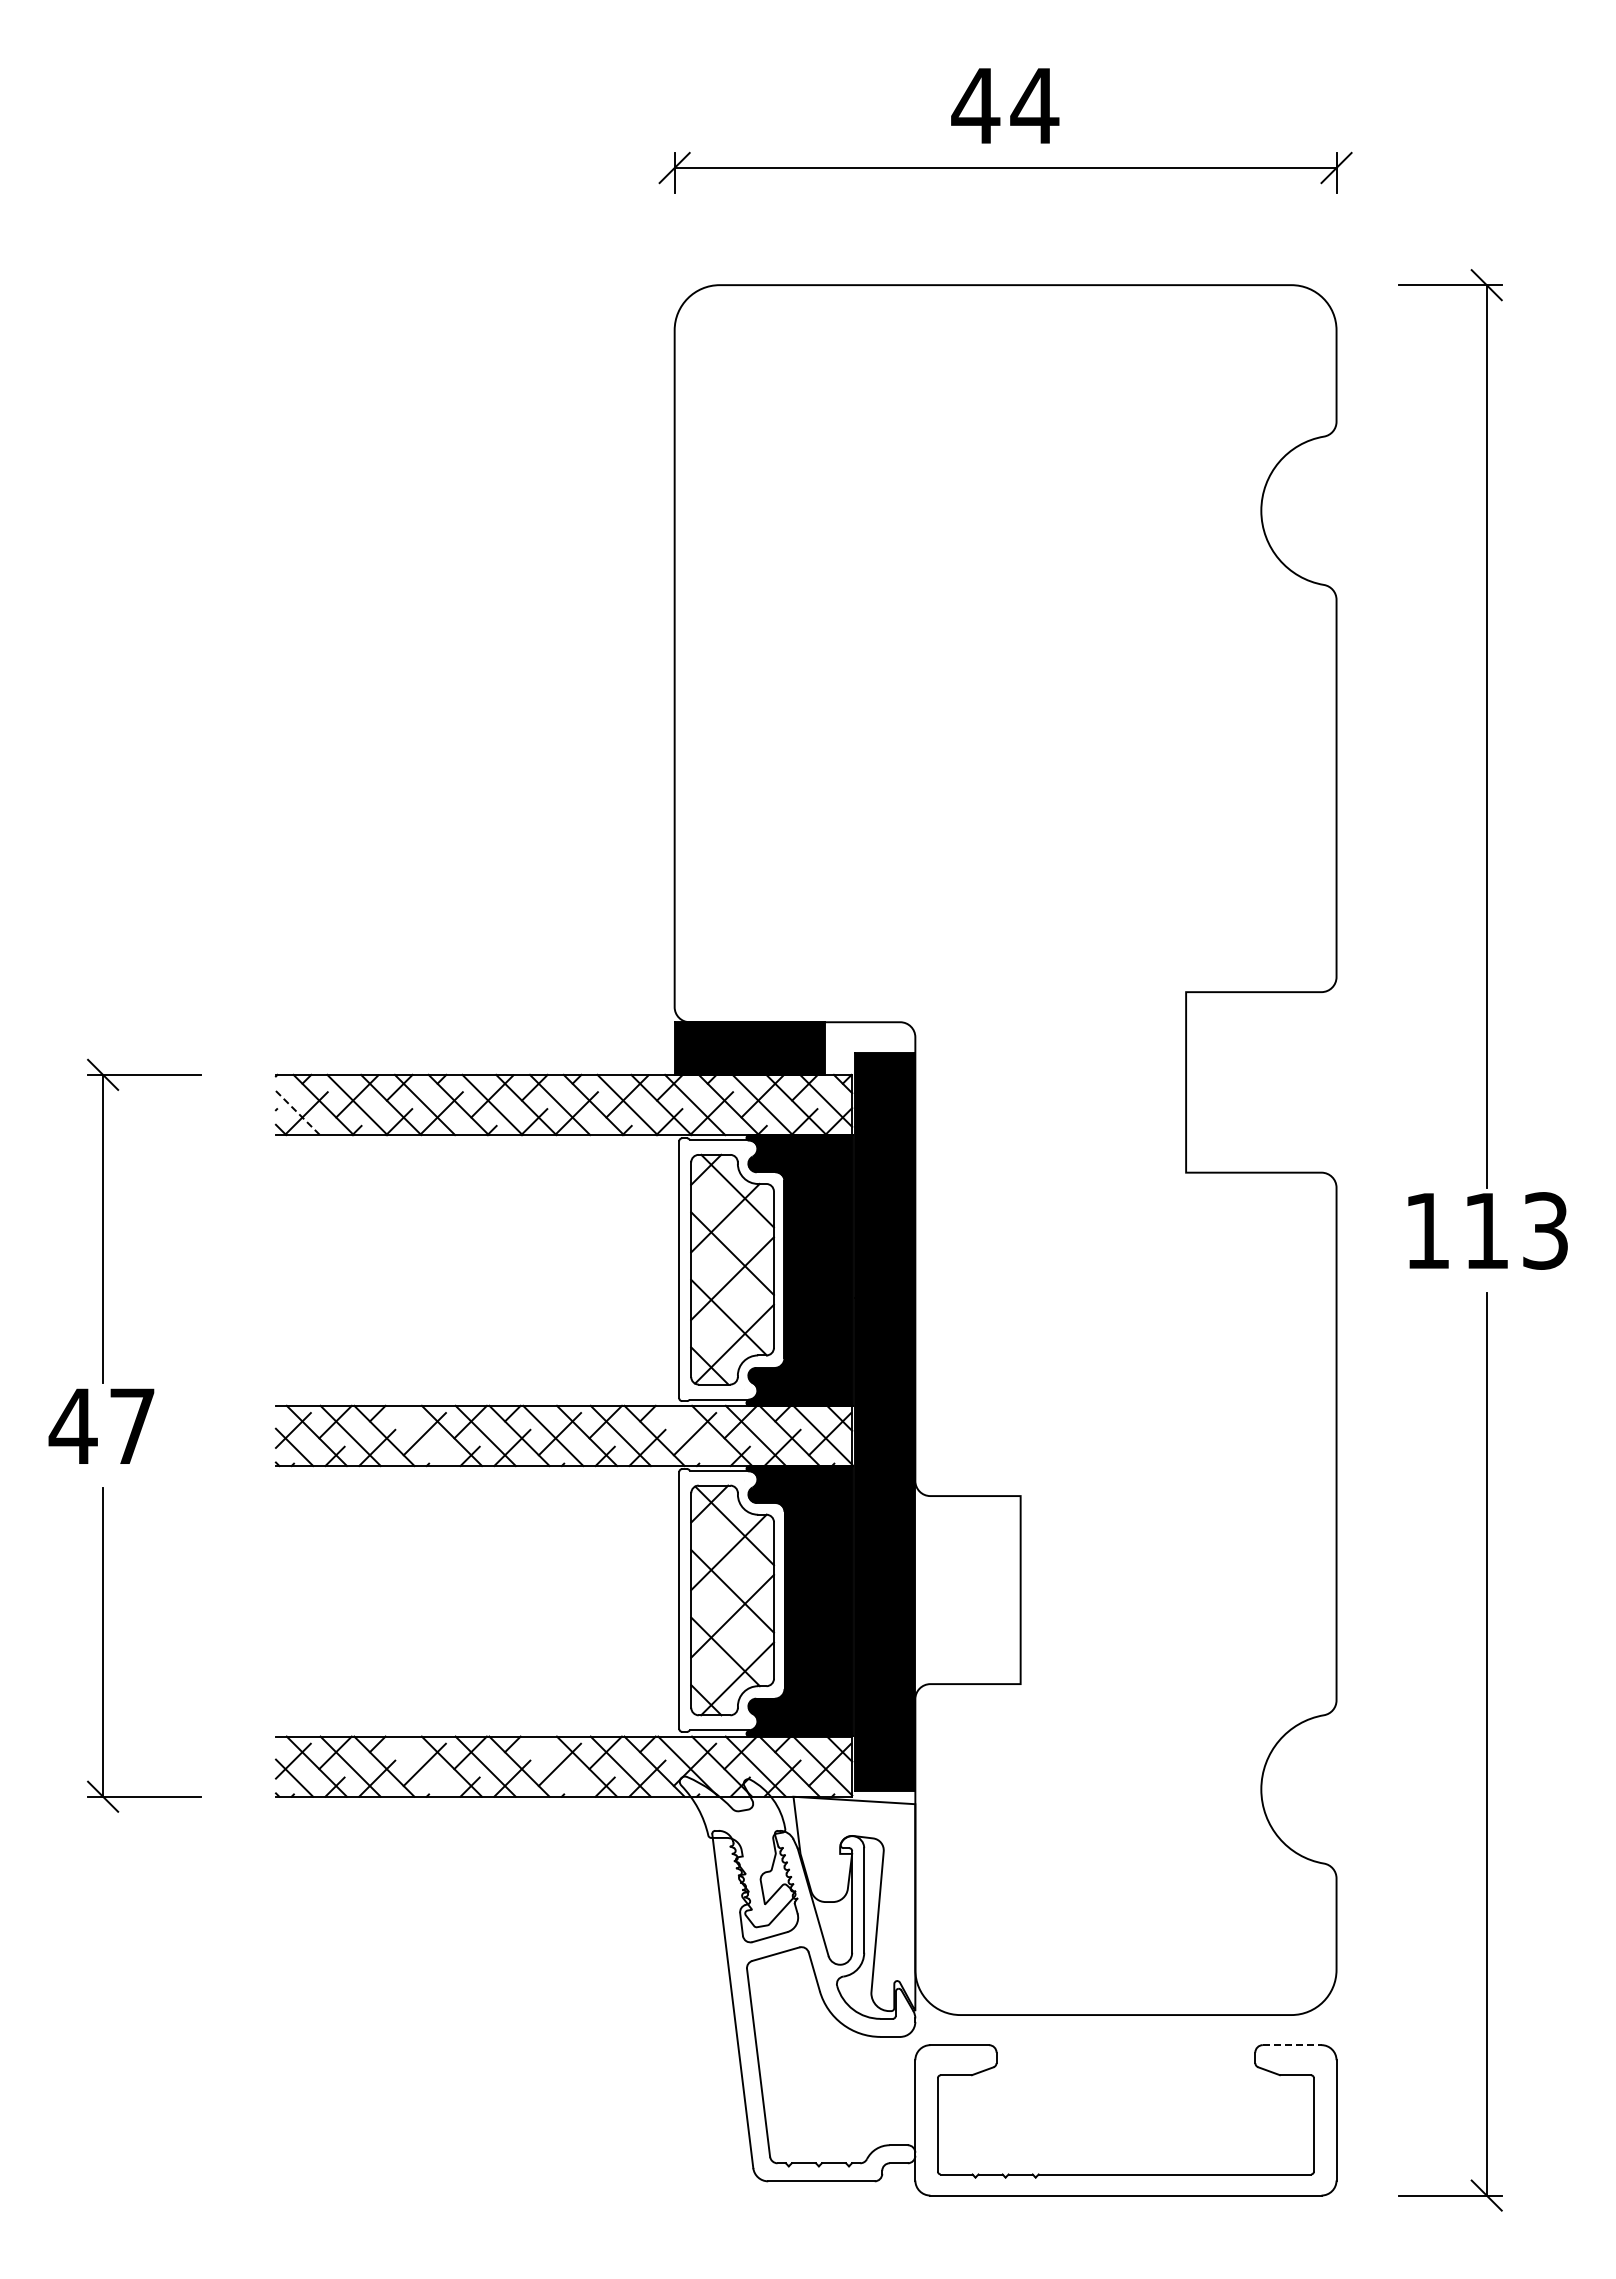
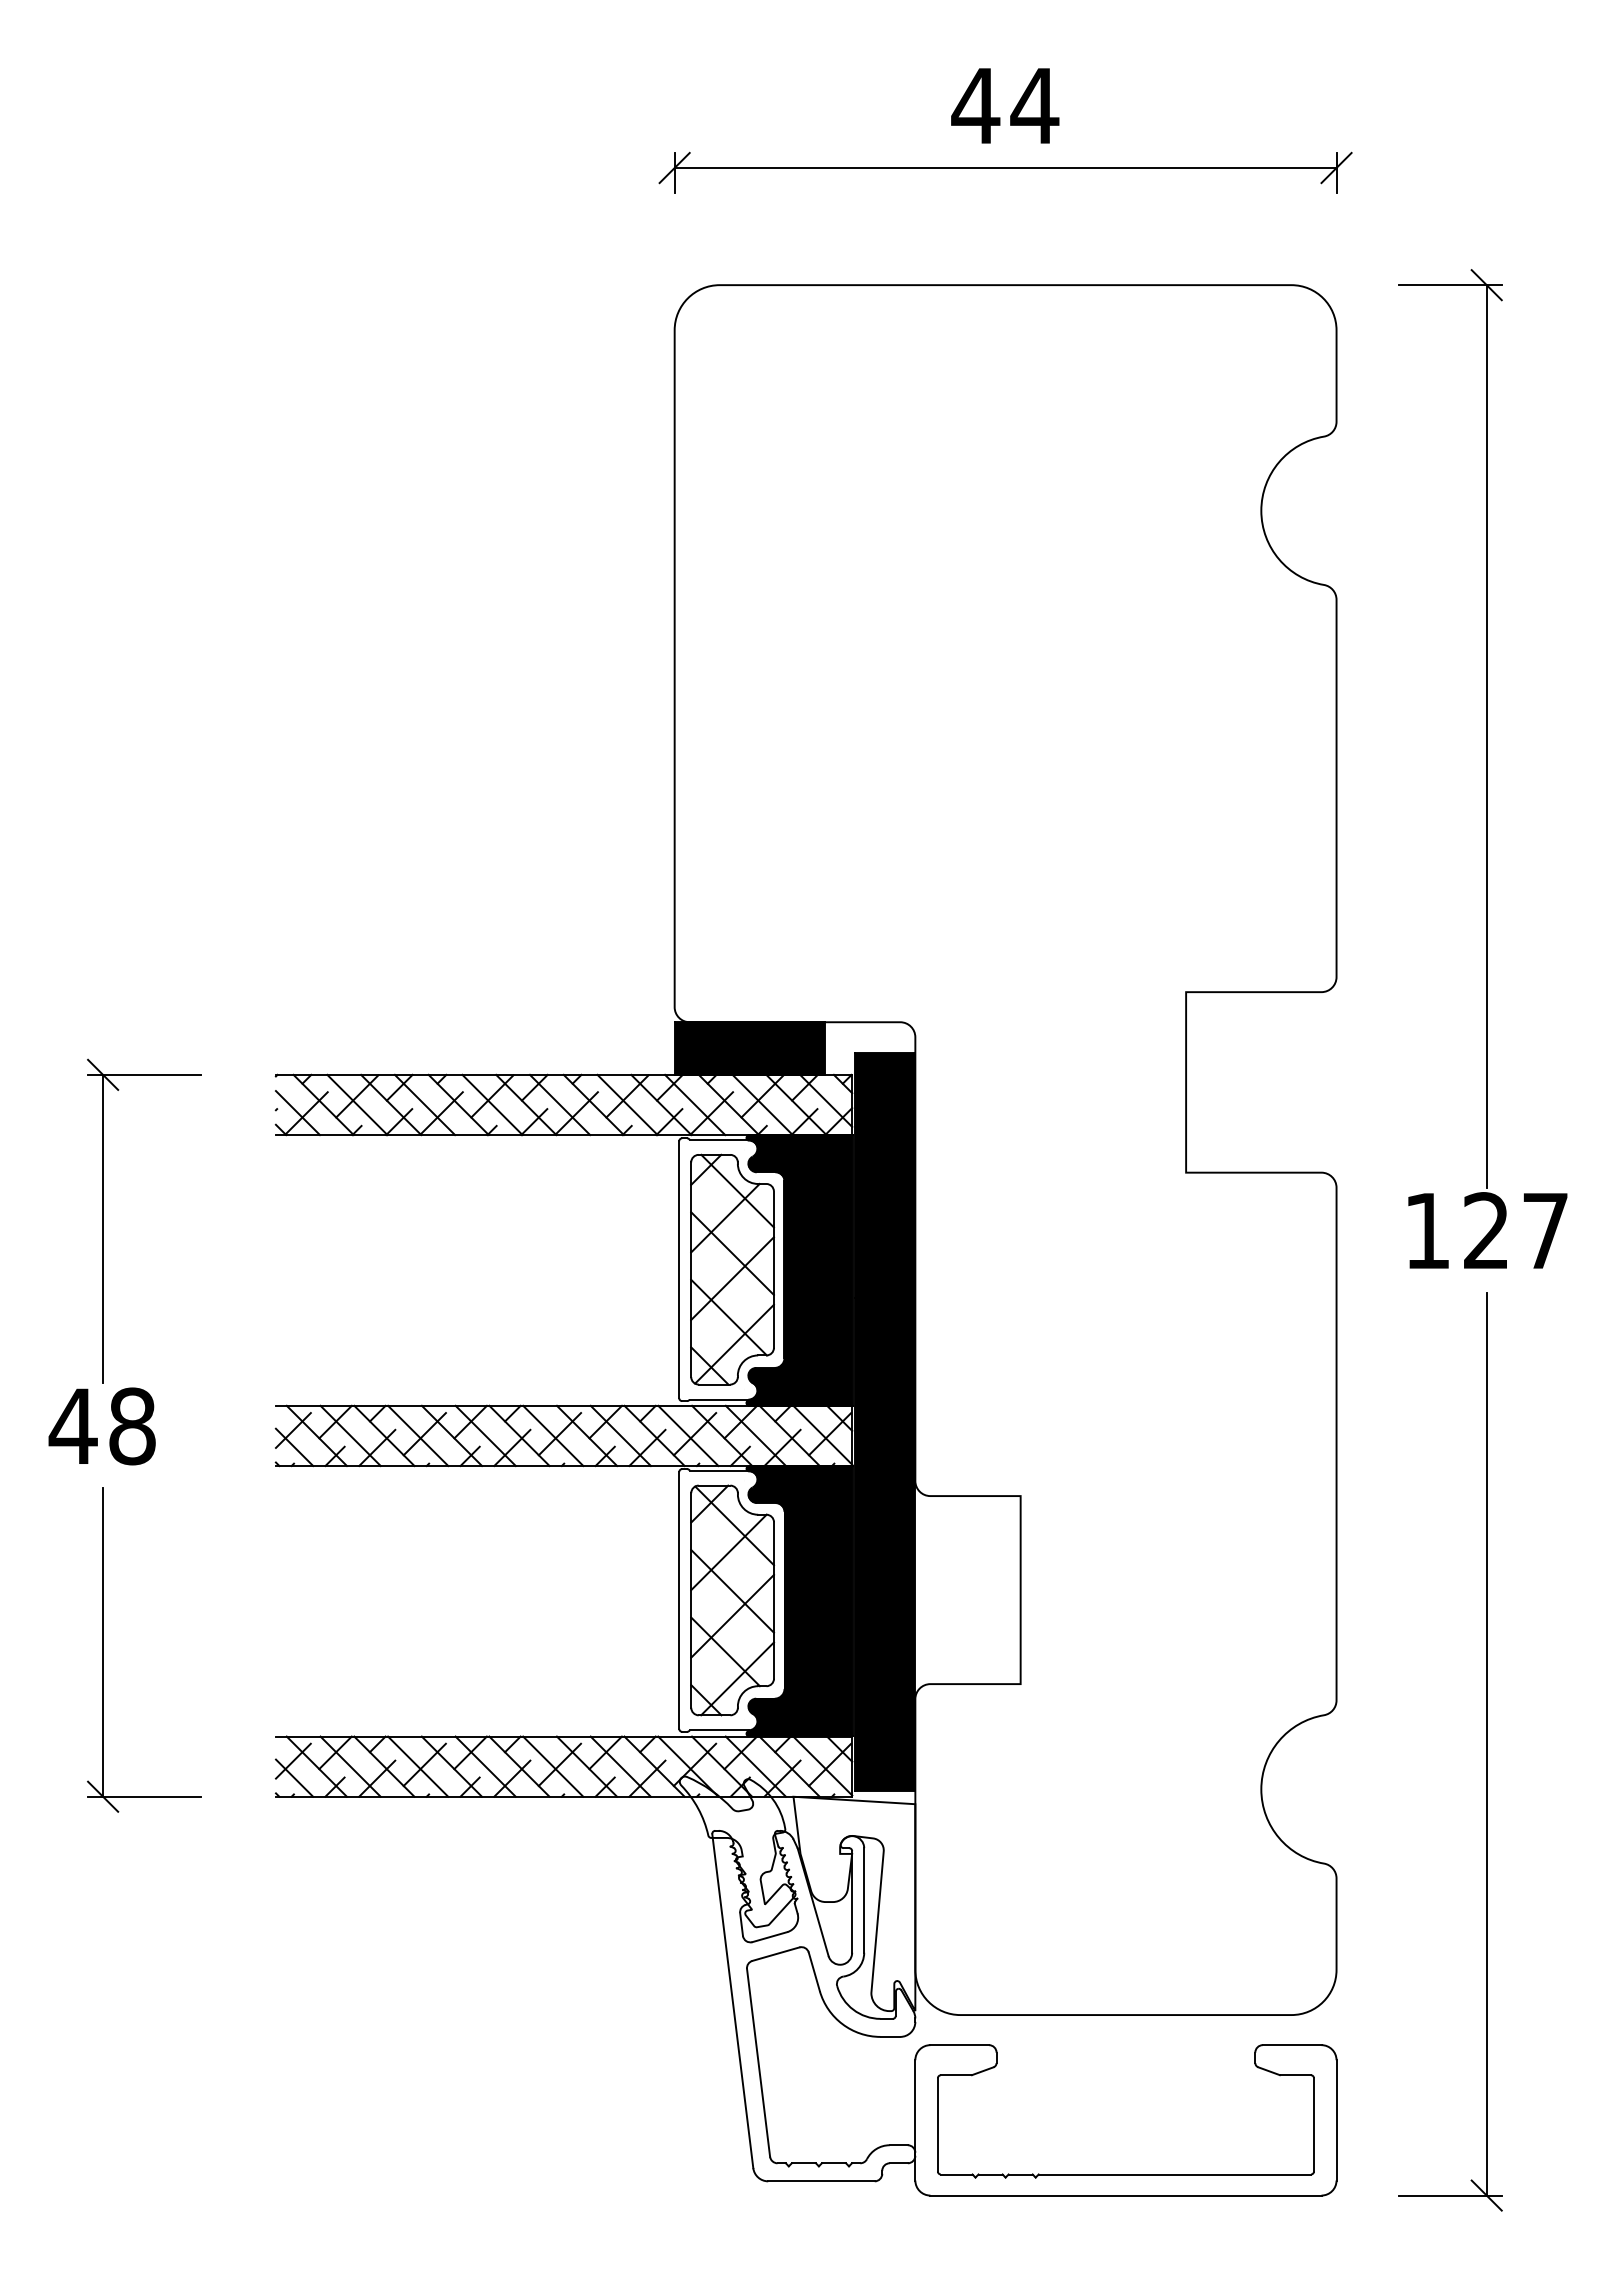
line at (298, 1113): dashed -> solid
text at (1515, 1230): 113 -> 127
text at (132, 1426): 47 -> 48
line at (418, 1435): none -> present
line at (688, 1435): none -> present
line at (418, 1766): none -> present
line at (553, 1766): none -> present
line at (1292, 2045): dashed -> solid
